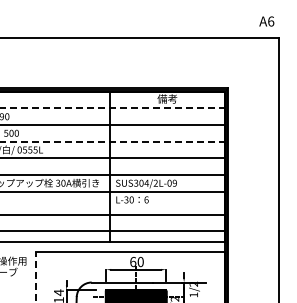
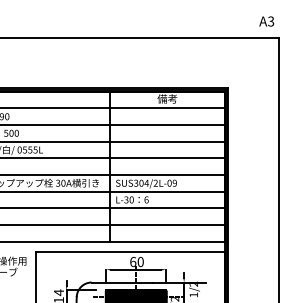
text at (271, 21): A6 -> A3
line at (113, 108): dashed -> solid
line at (113, 141): dashed -> solid
line at (113, 215) position: (113, 215) -> (113, 208)
line at (113, 230) position: (113, 230) -> (113, 224)
line at (35, 276): dashed -> solid
